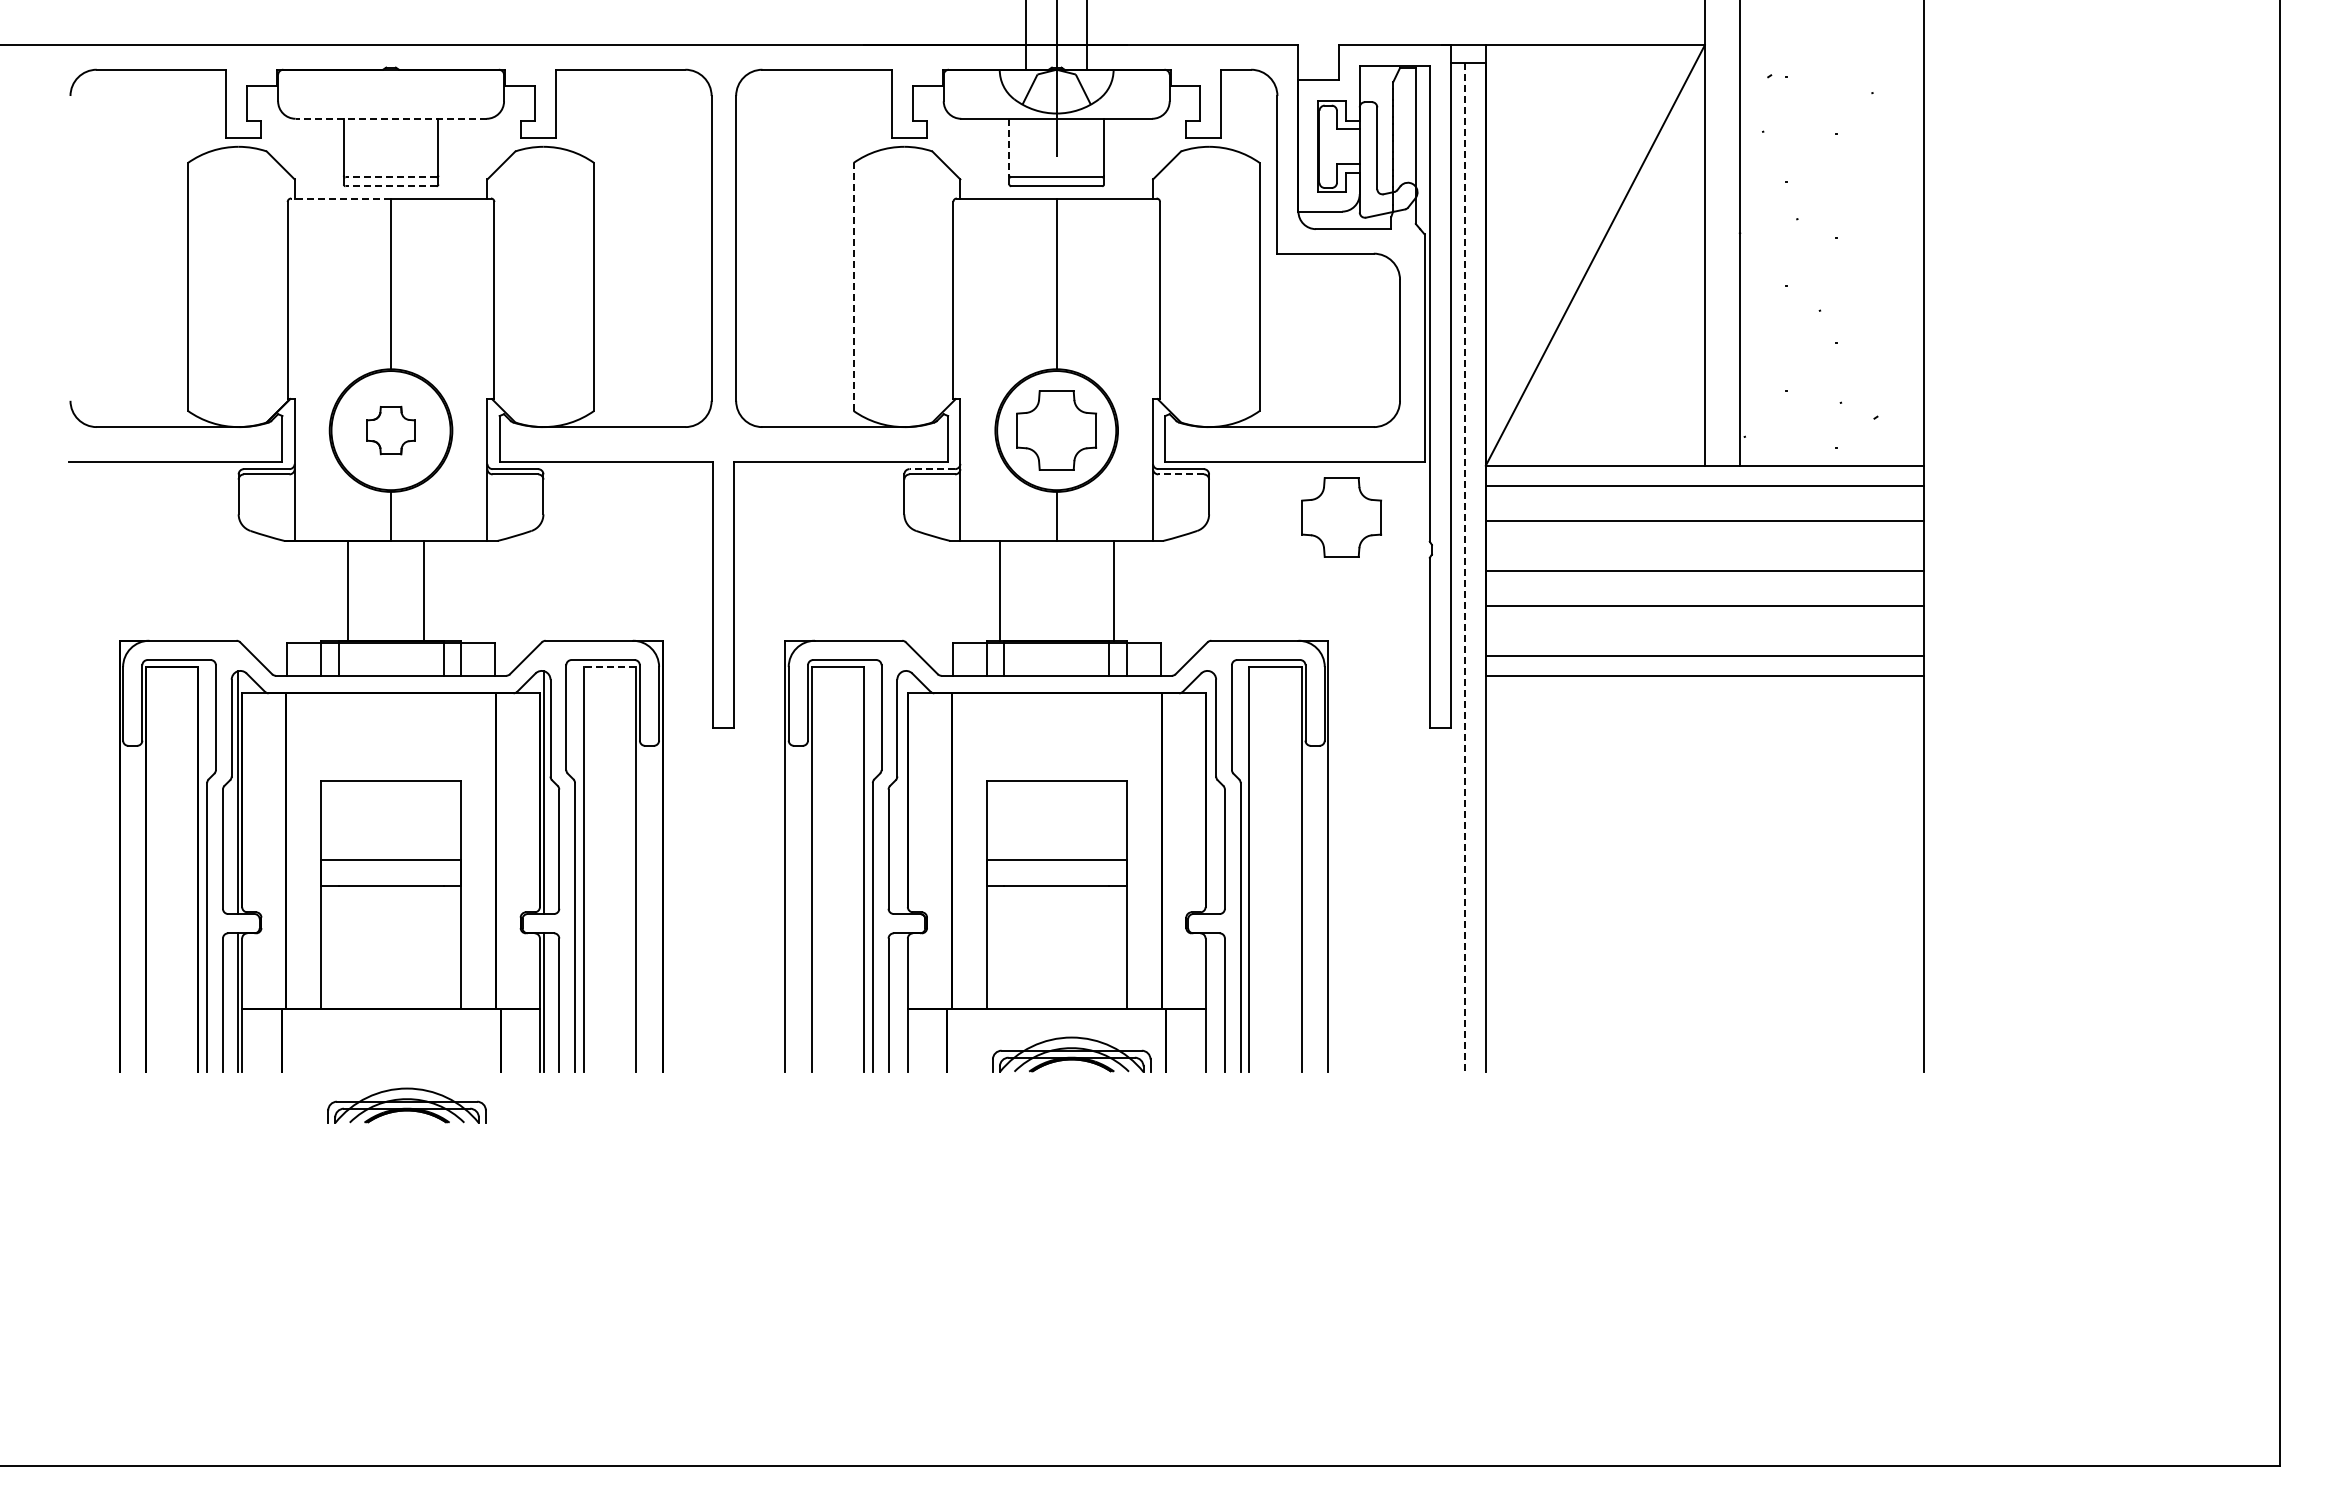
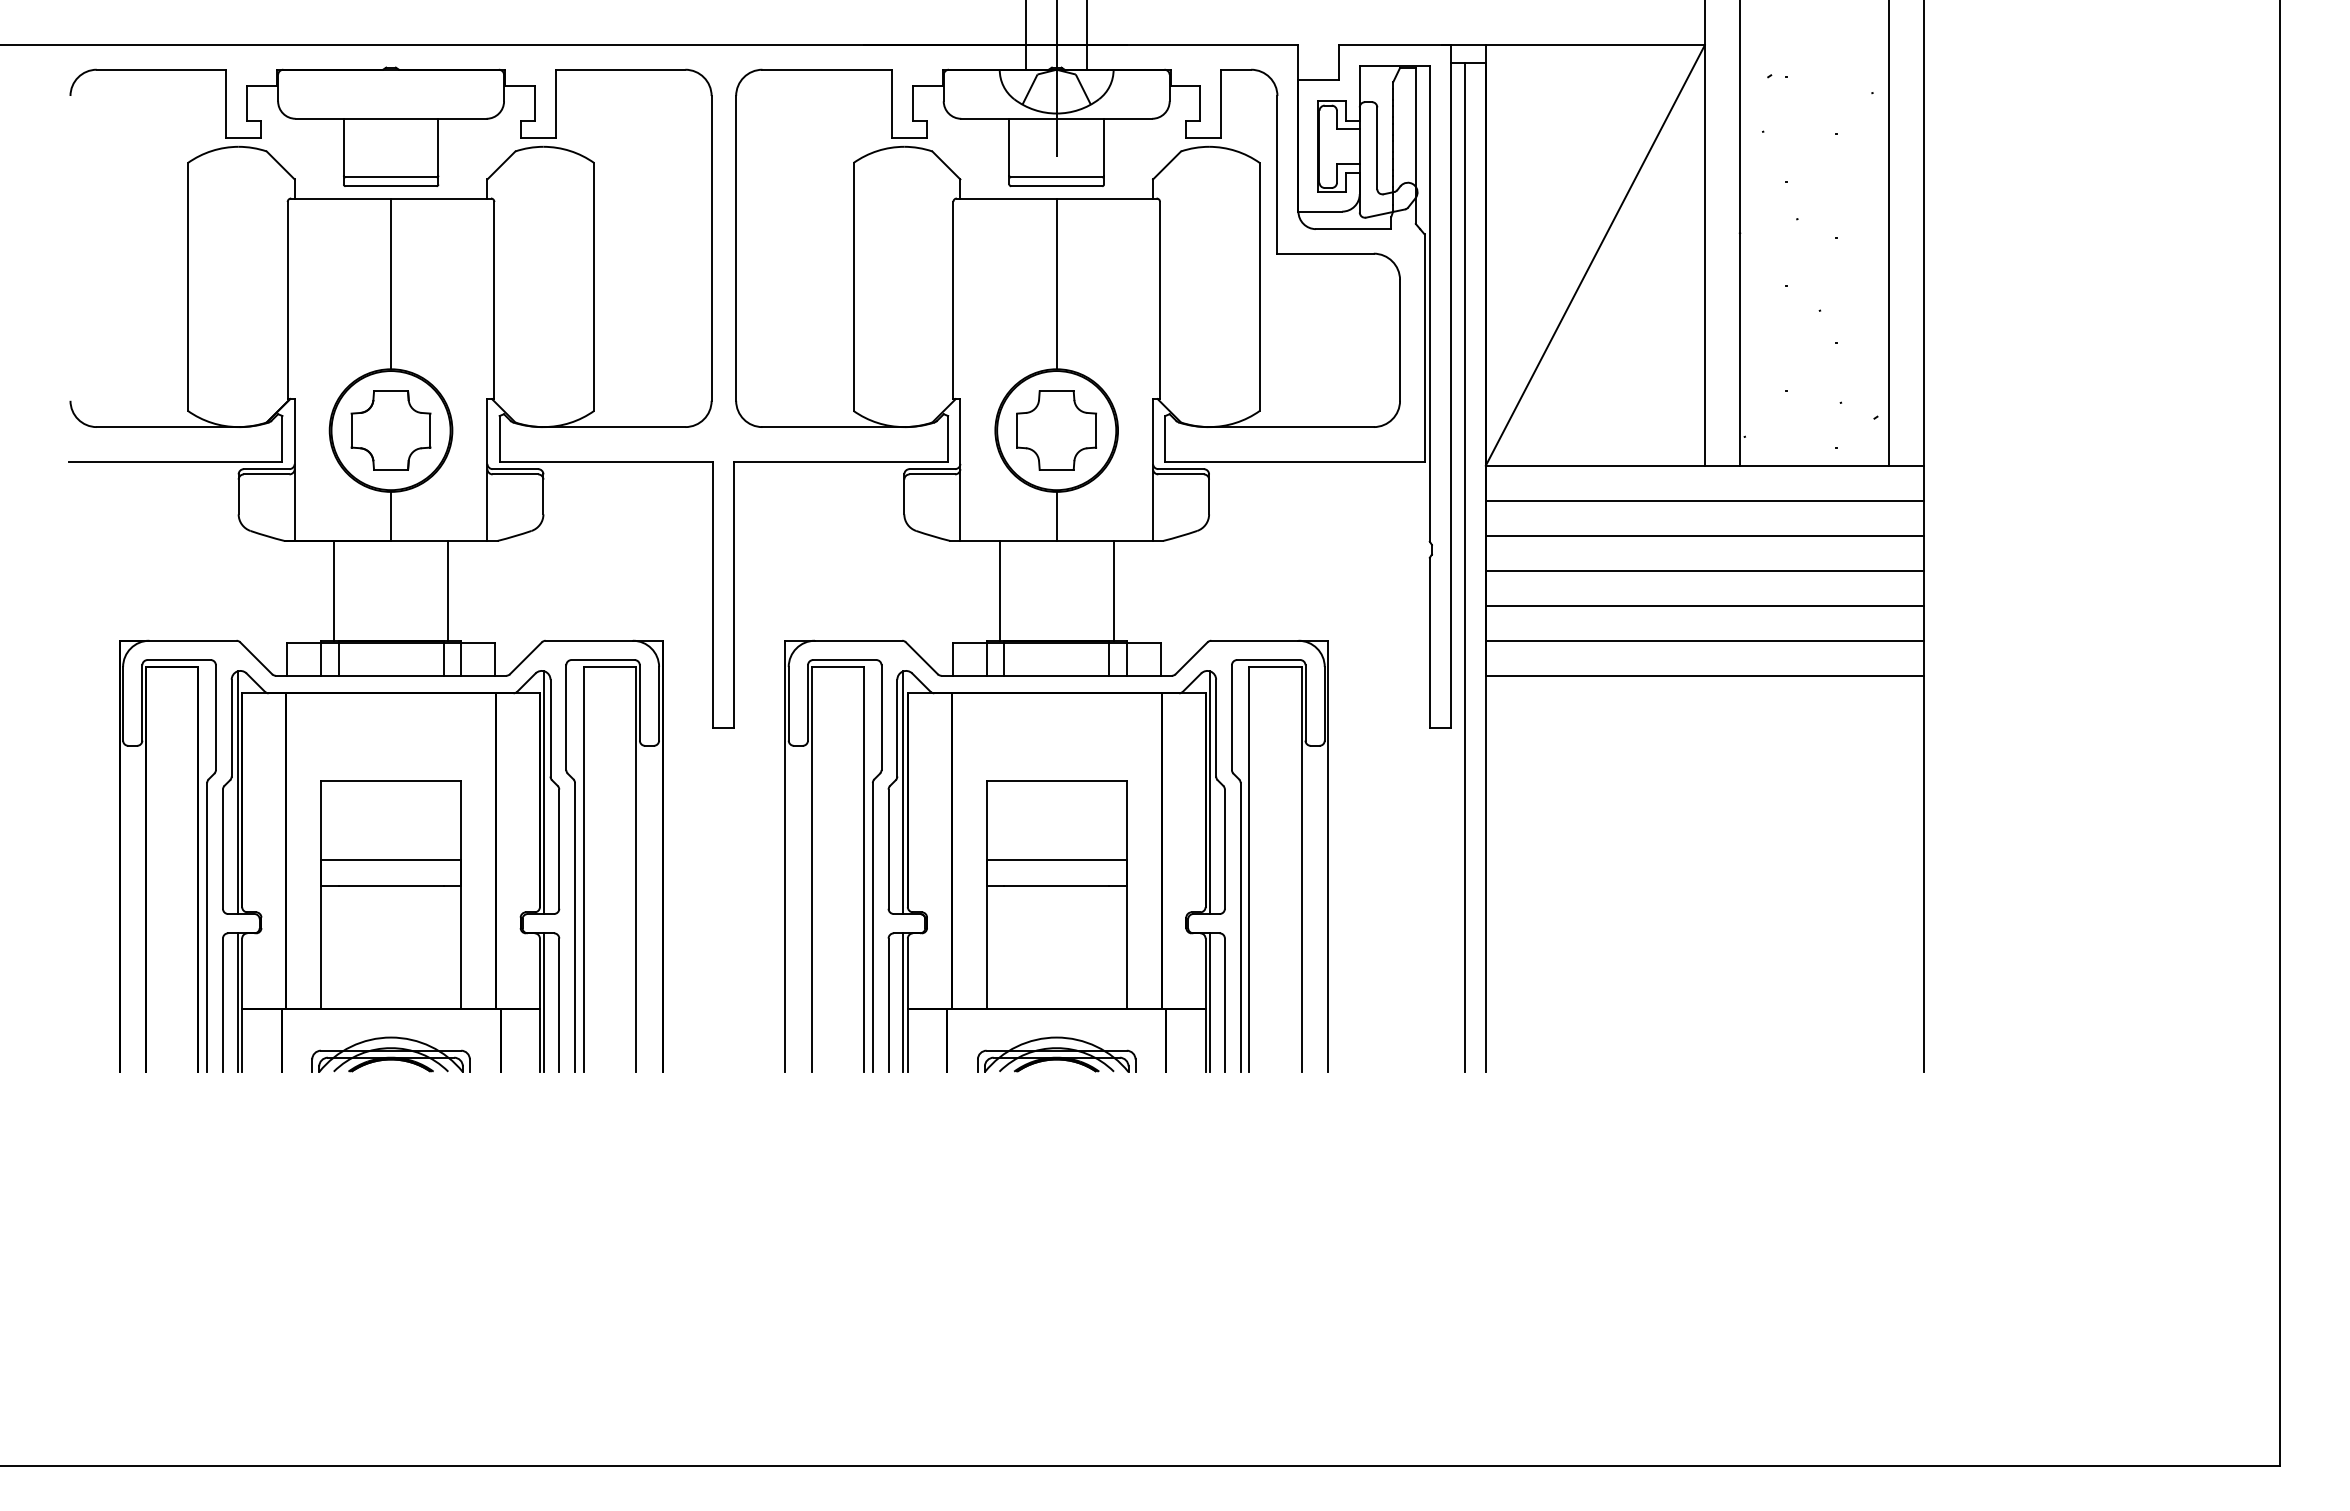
line at (390, 118): dashed -> solid
line at (1009, 147): dashed -> solid
line at (391, 177): dashed -> solid
line at (391, 186): dashed -> solid
line at (341, 198): dashed -> solid
line at (1888, 233): none -> present
line at (853, 286): dashed -> solid
part at (390, 430) size: 50x51 px -> 82x81 px
line at (932, 469): dashed -> solid
line at (1181, 474): dashed -> solid
line at (1704, 485) position: (1704, 485) -> (1704, 500)
part at (1341, 517): present -> none
line at (1704, 520) position: (1704, 520) -> (1704, 535)
line at (1464, 567): dashed -> solid
line at (348, 590) position: (348, 590) -> (334, 590)
line at (424, 590) position: (424, 590) -> (448, 590)
line at (1704, 655) position: (1704, 655) -> (1704, 640)
line at (609, 667): dashed -> solid
line at (903, 792): none -> present
line at (1210, 792): none -> present
line at (903, 1002): none -> present
line at (1210, 1002): none -> present
part at (1071, 1054) position: (1071, 1054) -> (1056, 1054)
part at (406, 1105) position: (406, 1105) -> (390, 1054)
